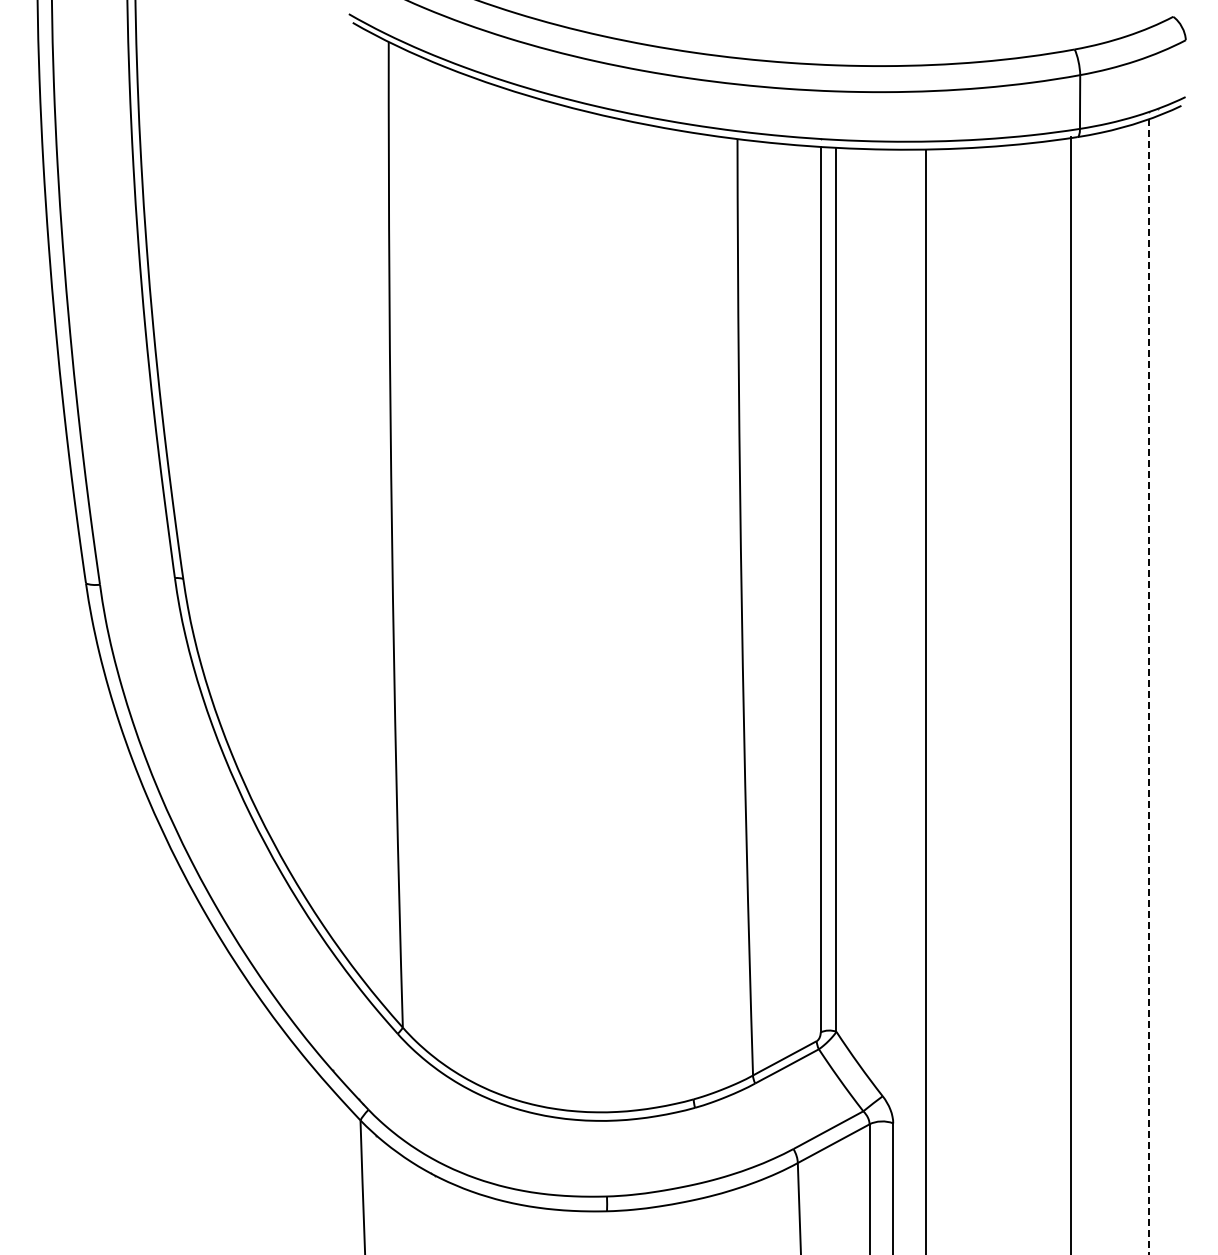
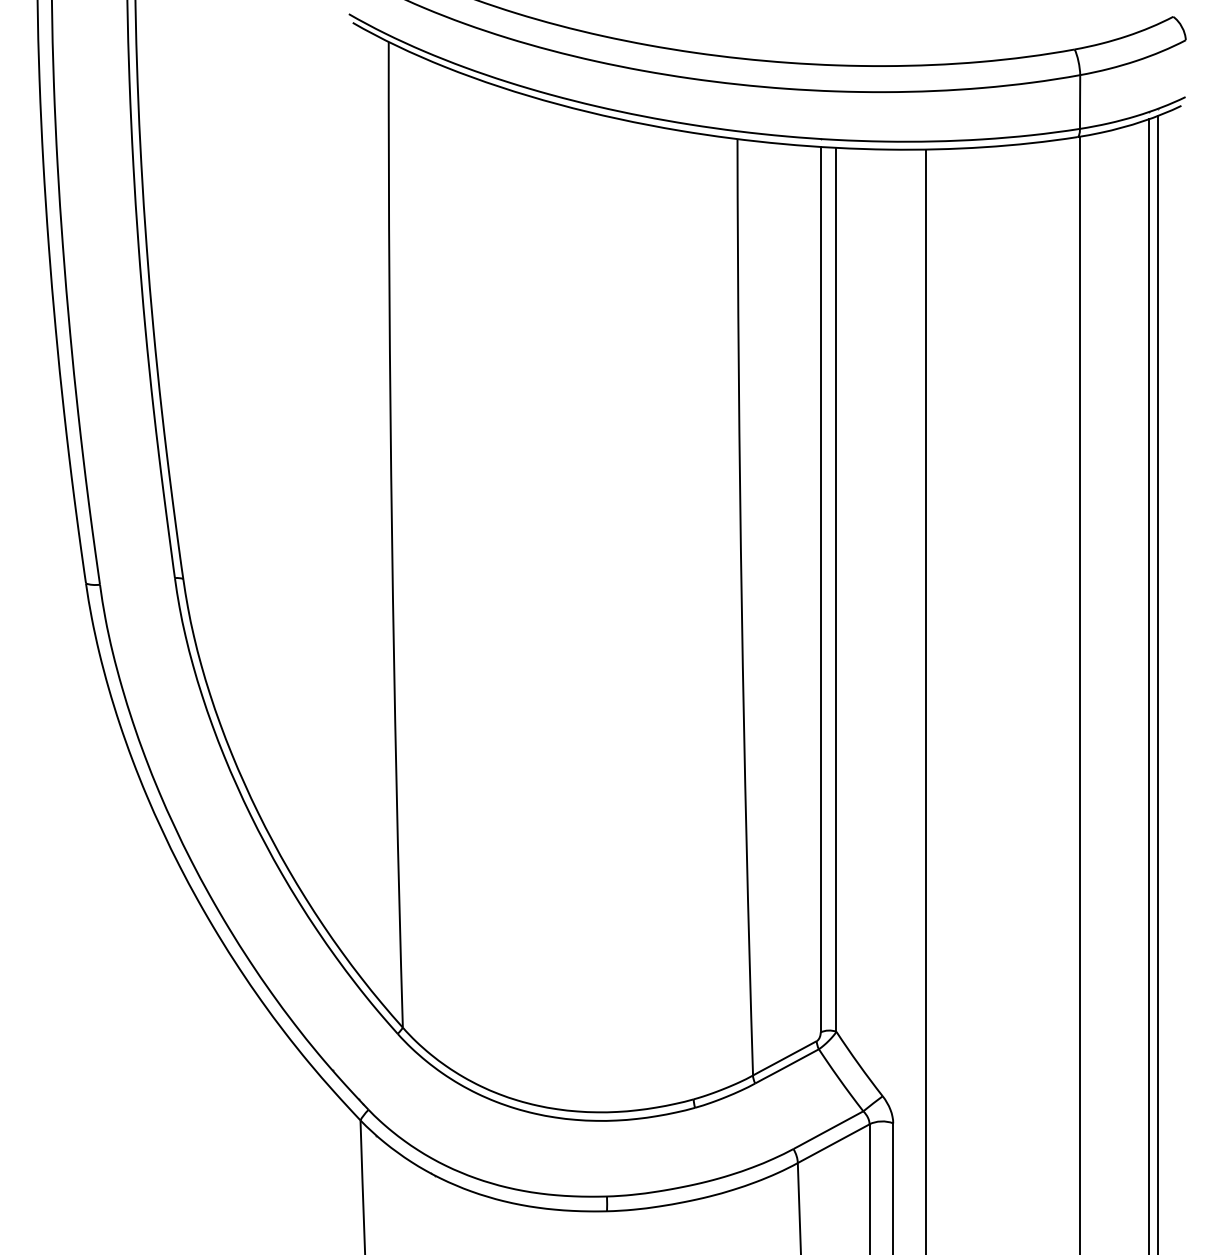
line at (1158, 683): none -> present
line at (1148, 687): dashed -> solid
line at (1071, 693) position: (1071, 693) -> (1080, 693)
